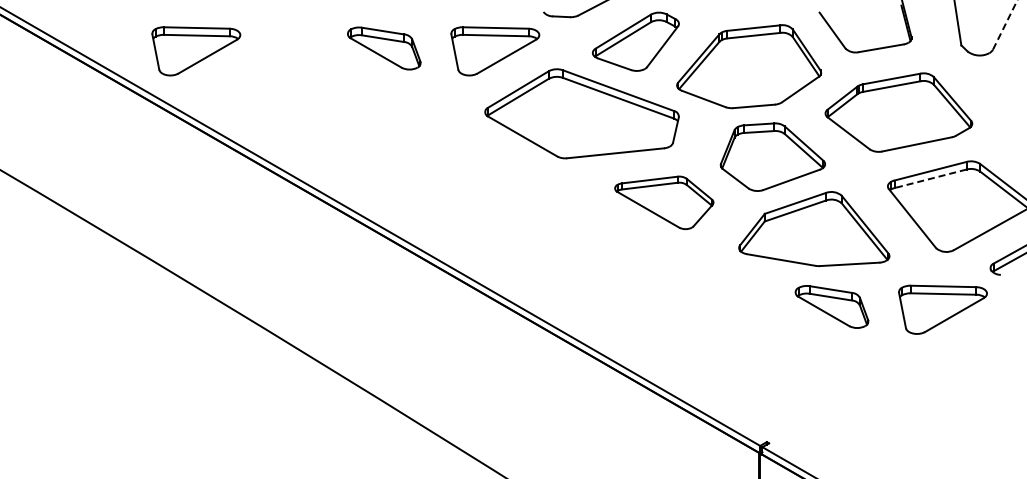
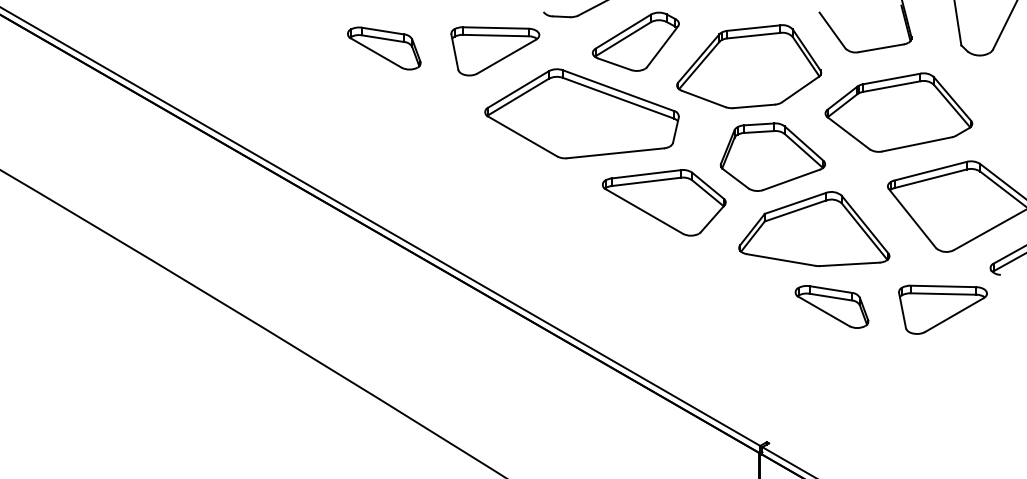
line at (1005, 24): dashed -> solid
part at (196, 51): present -> none
line at (930, 178): dashed -> solid
part at (664, 202) size: 101x55 px -> 125x68 px
